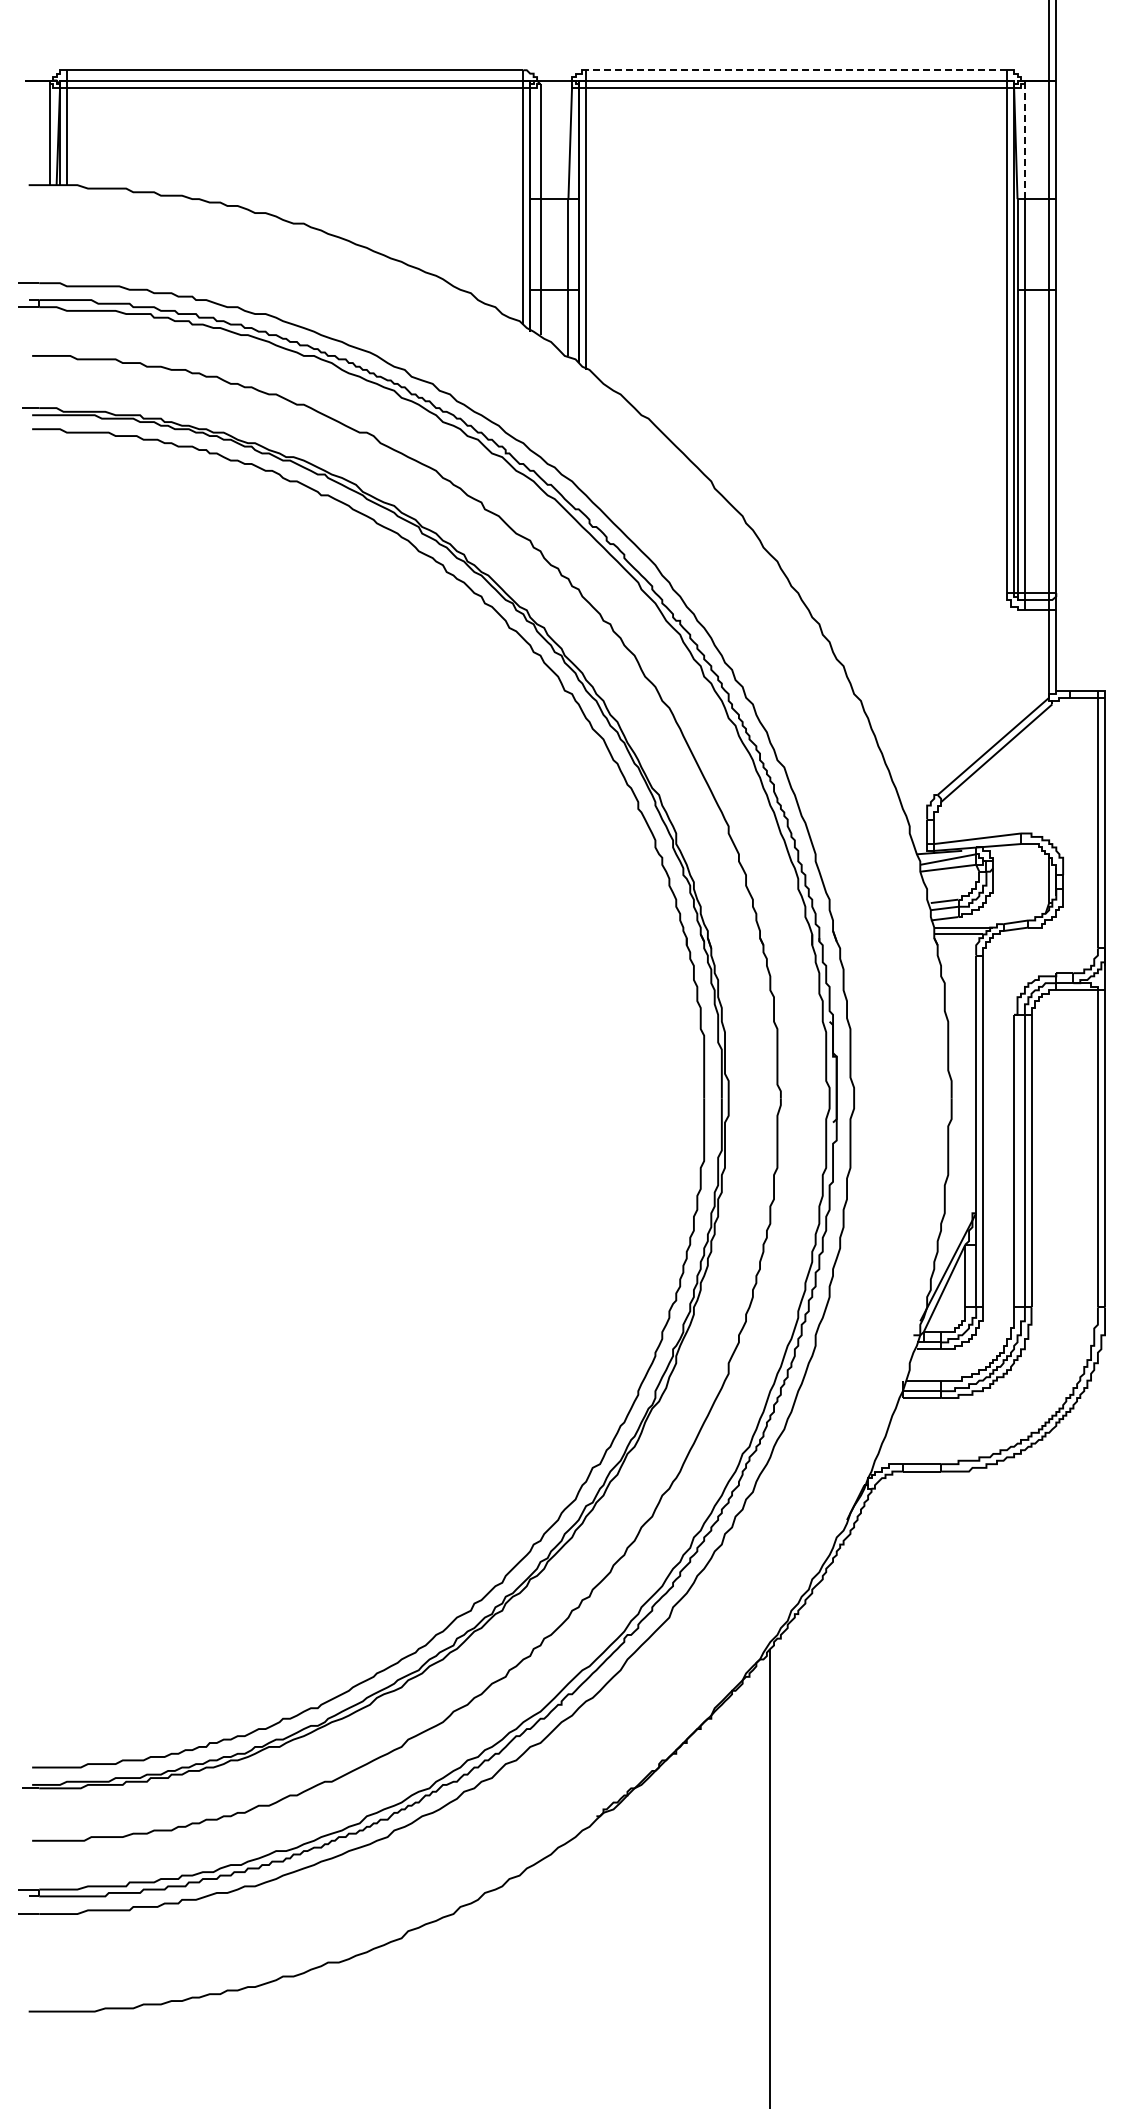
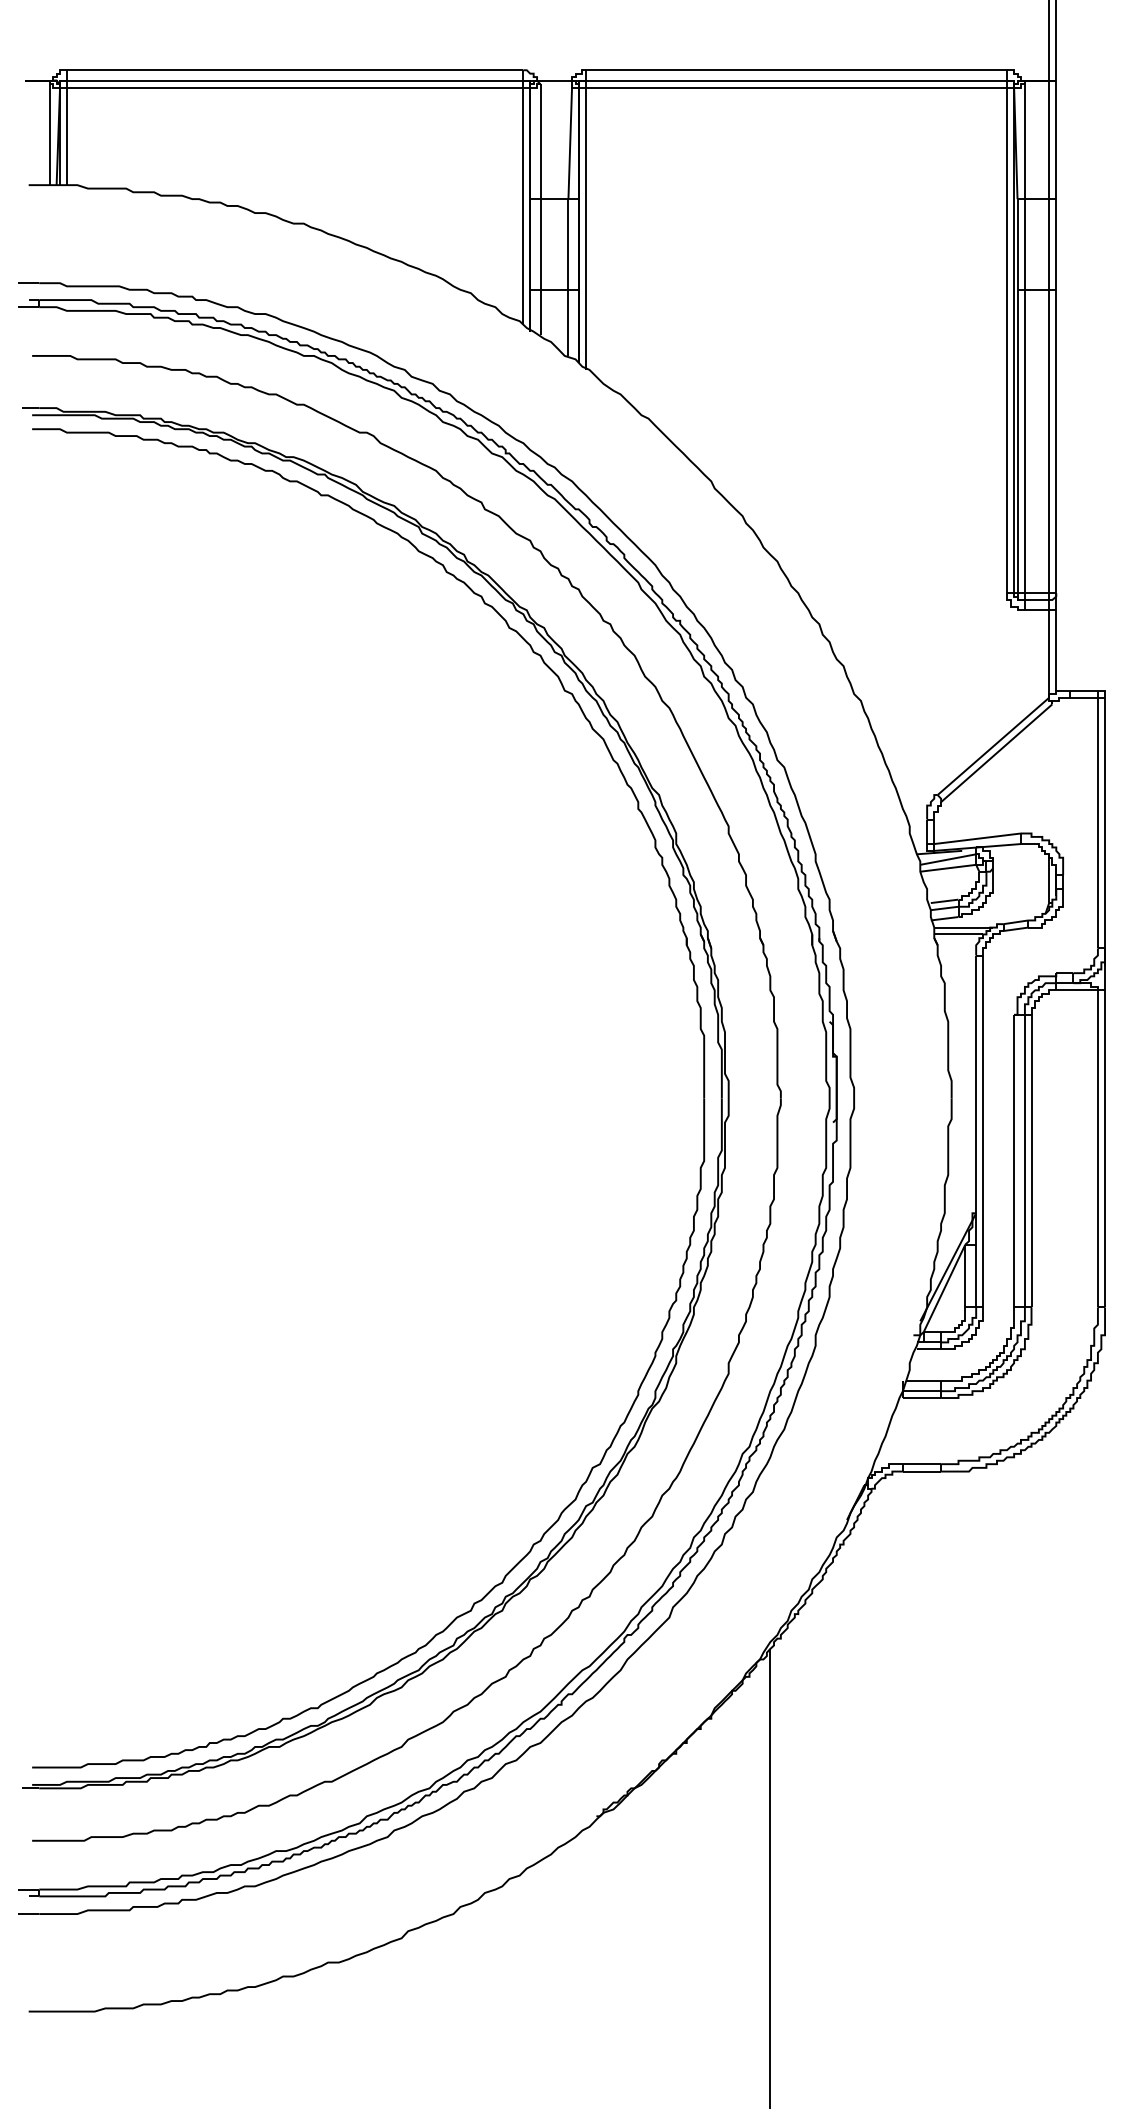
line at (796, 70): dashed -> solid
line at (1024, 141): dashed -> solid
